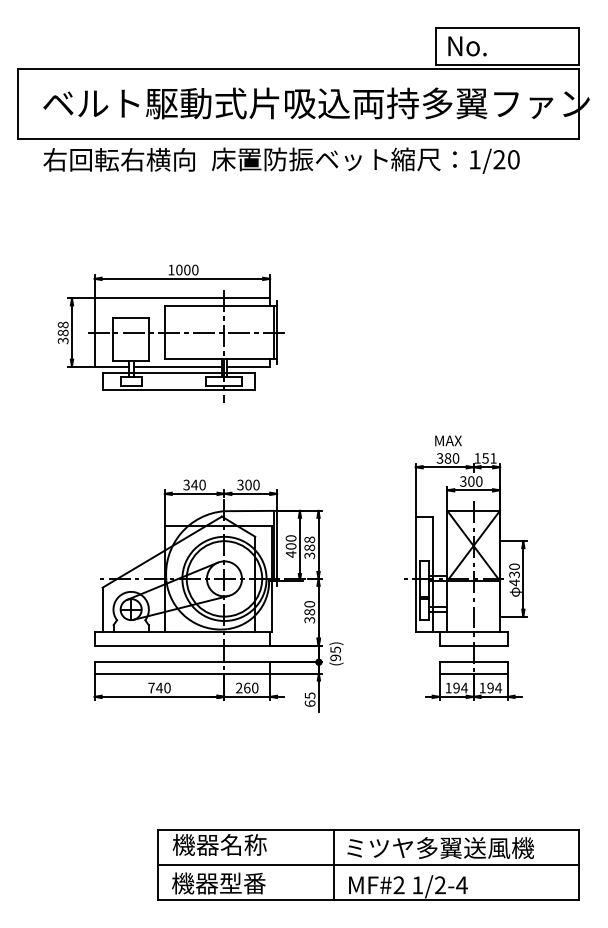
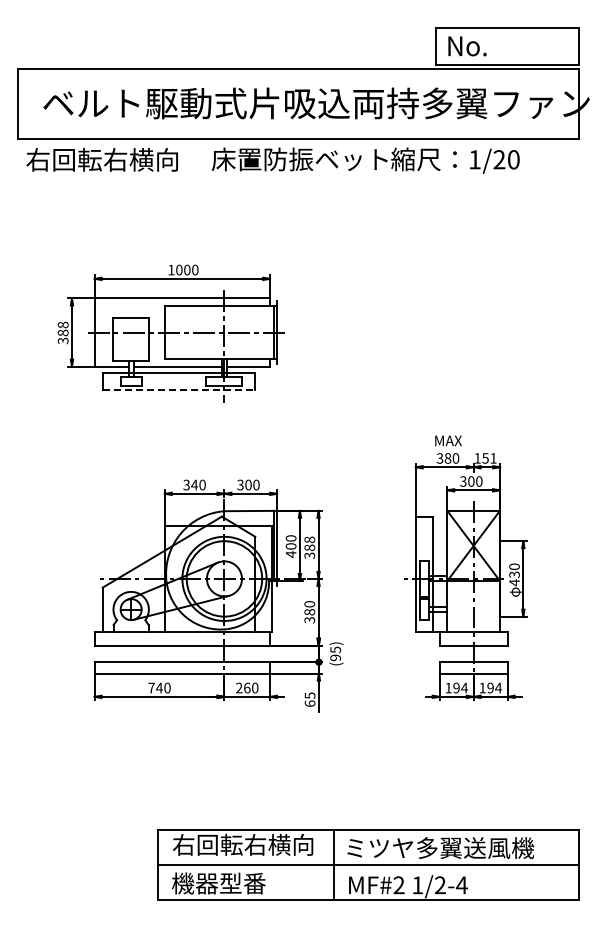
text at (118, 159) position: (118, 159) -> (101, 159)
line at (179, 390): solid -> dashed
text at (243, 844): 機器名称 -> 右回転右横向
